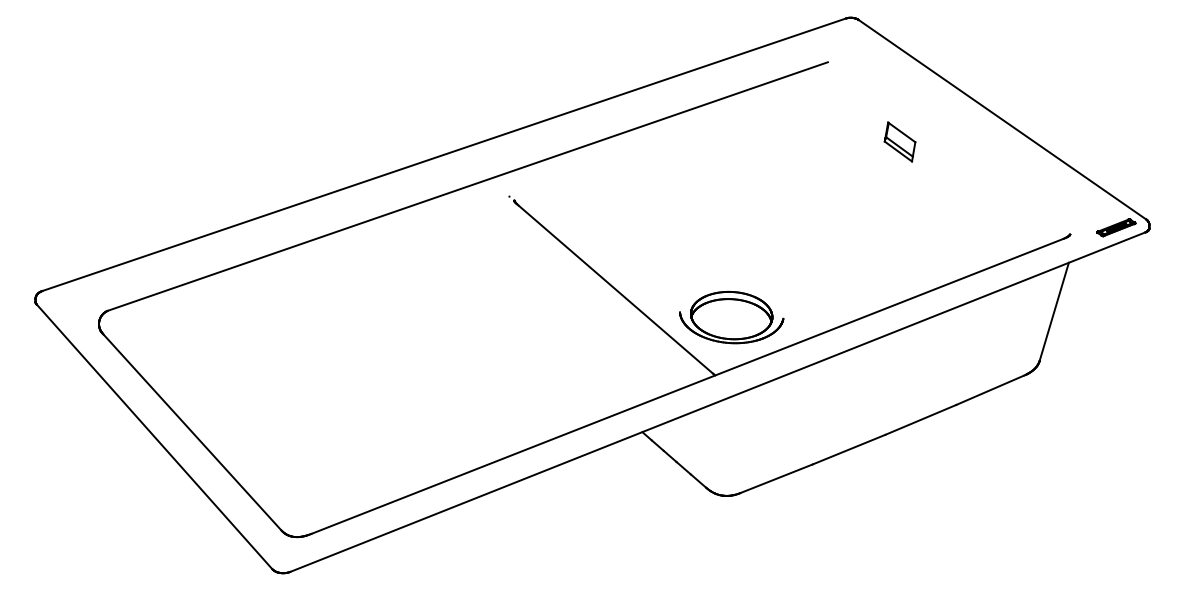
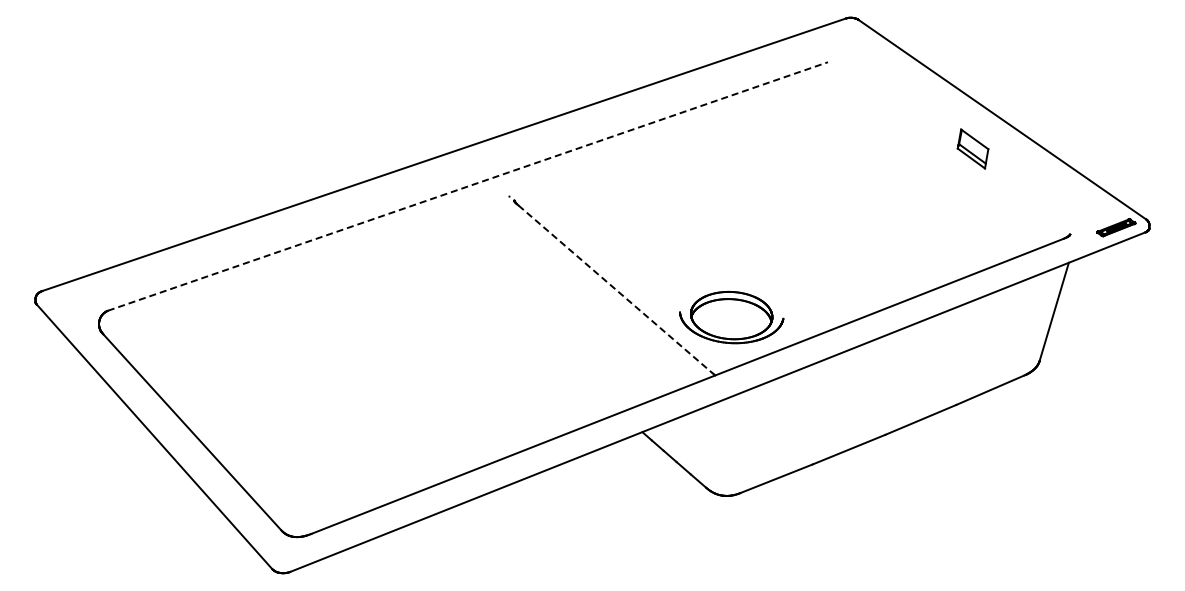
part at (899, 141) position: (899, 141) -> (972, 148)
line at (467, 186): solid -> dashed
line at (615, 289): solid -> dashed
